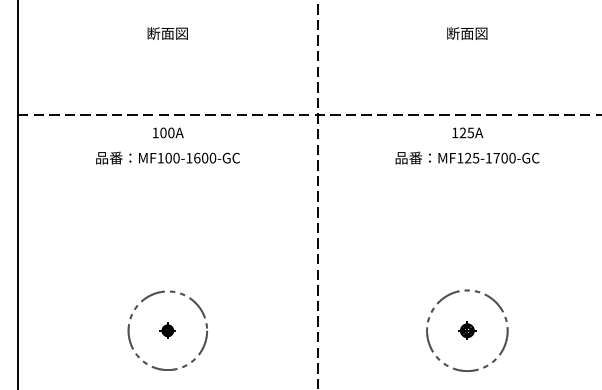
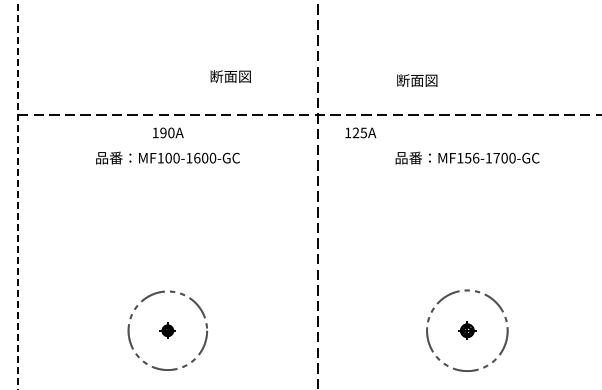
text at (167, 33) position: (167, 33) -> (230, 76)
text at (467, 33) position: (467, 33) -> (417, 80)
text at (163, 132): 100A -> 190A
text at (467, 132) position: (467, 132) -> (360, 132)
text at (472, 157): MF125-1700-GC -> MF156-1700-GC
line at (18, 195): solid -> dashed
